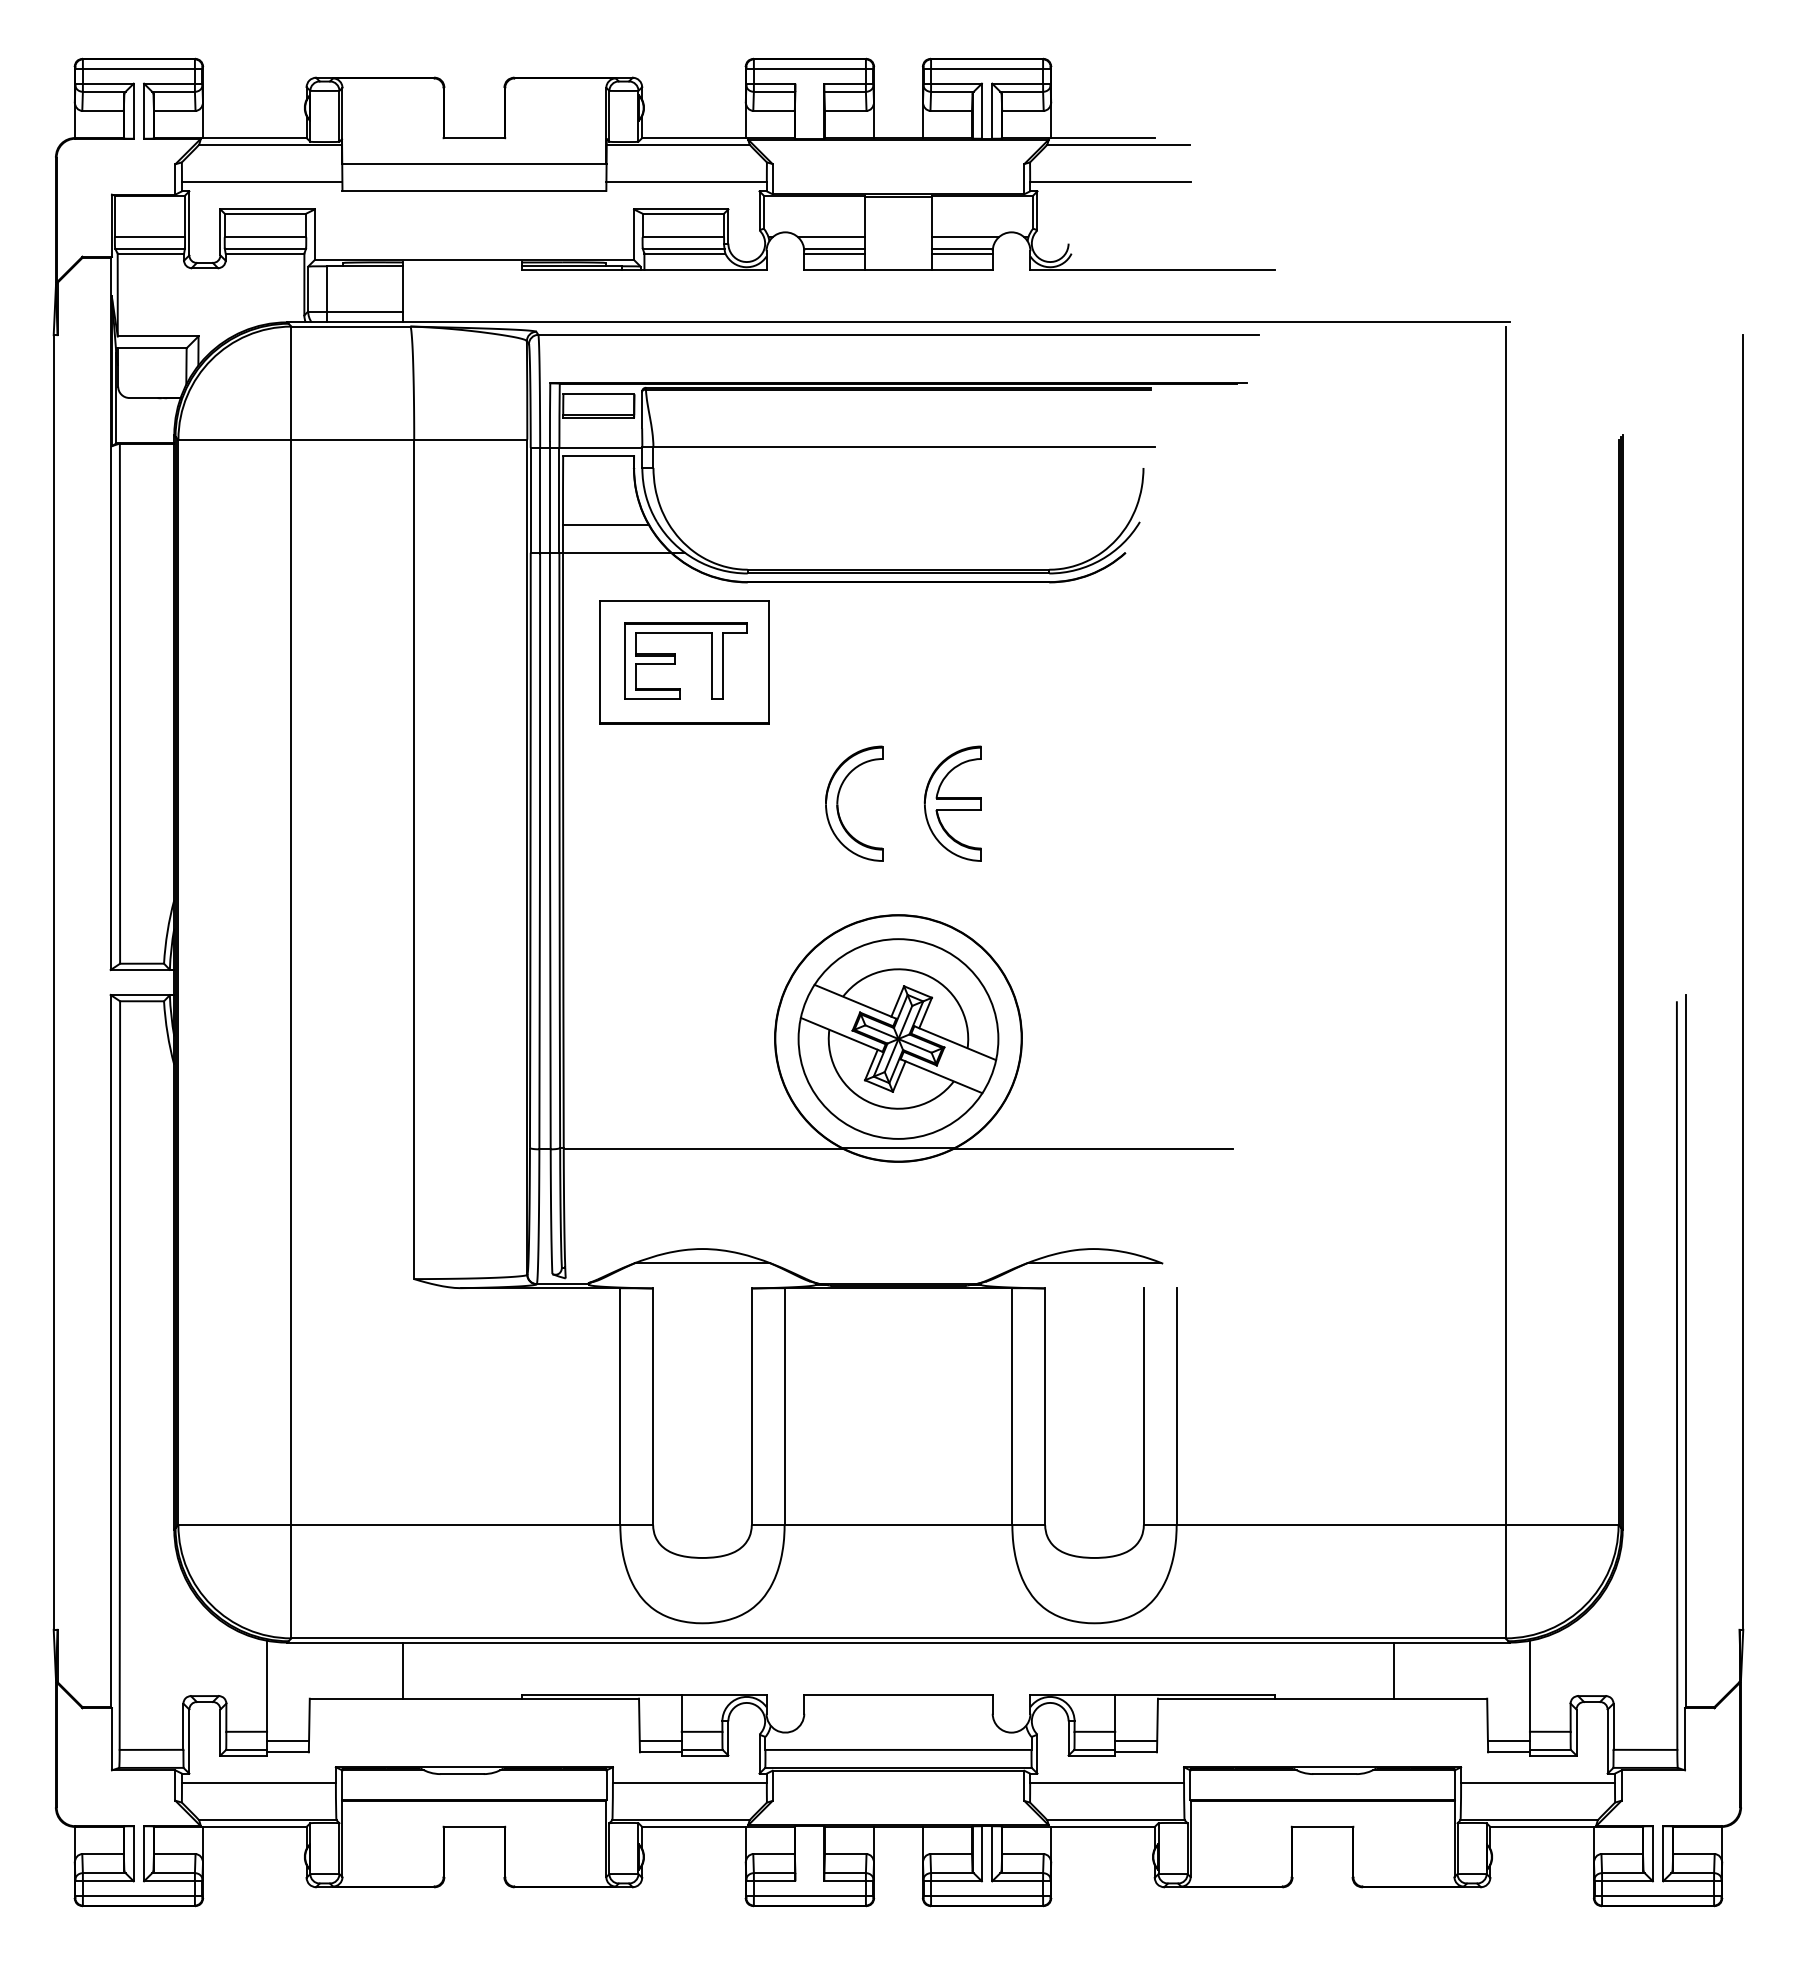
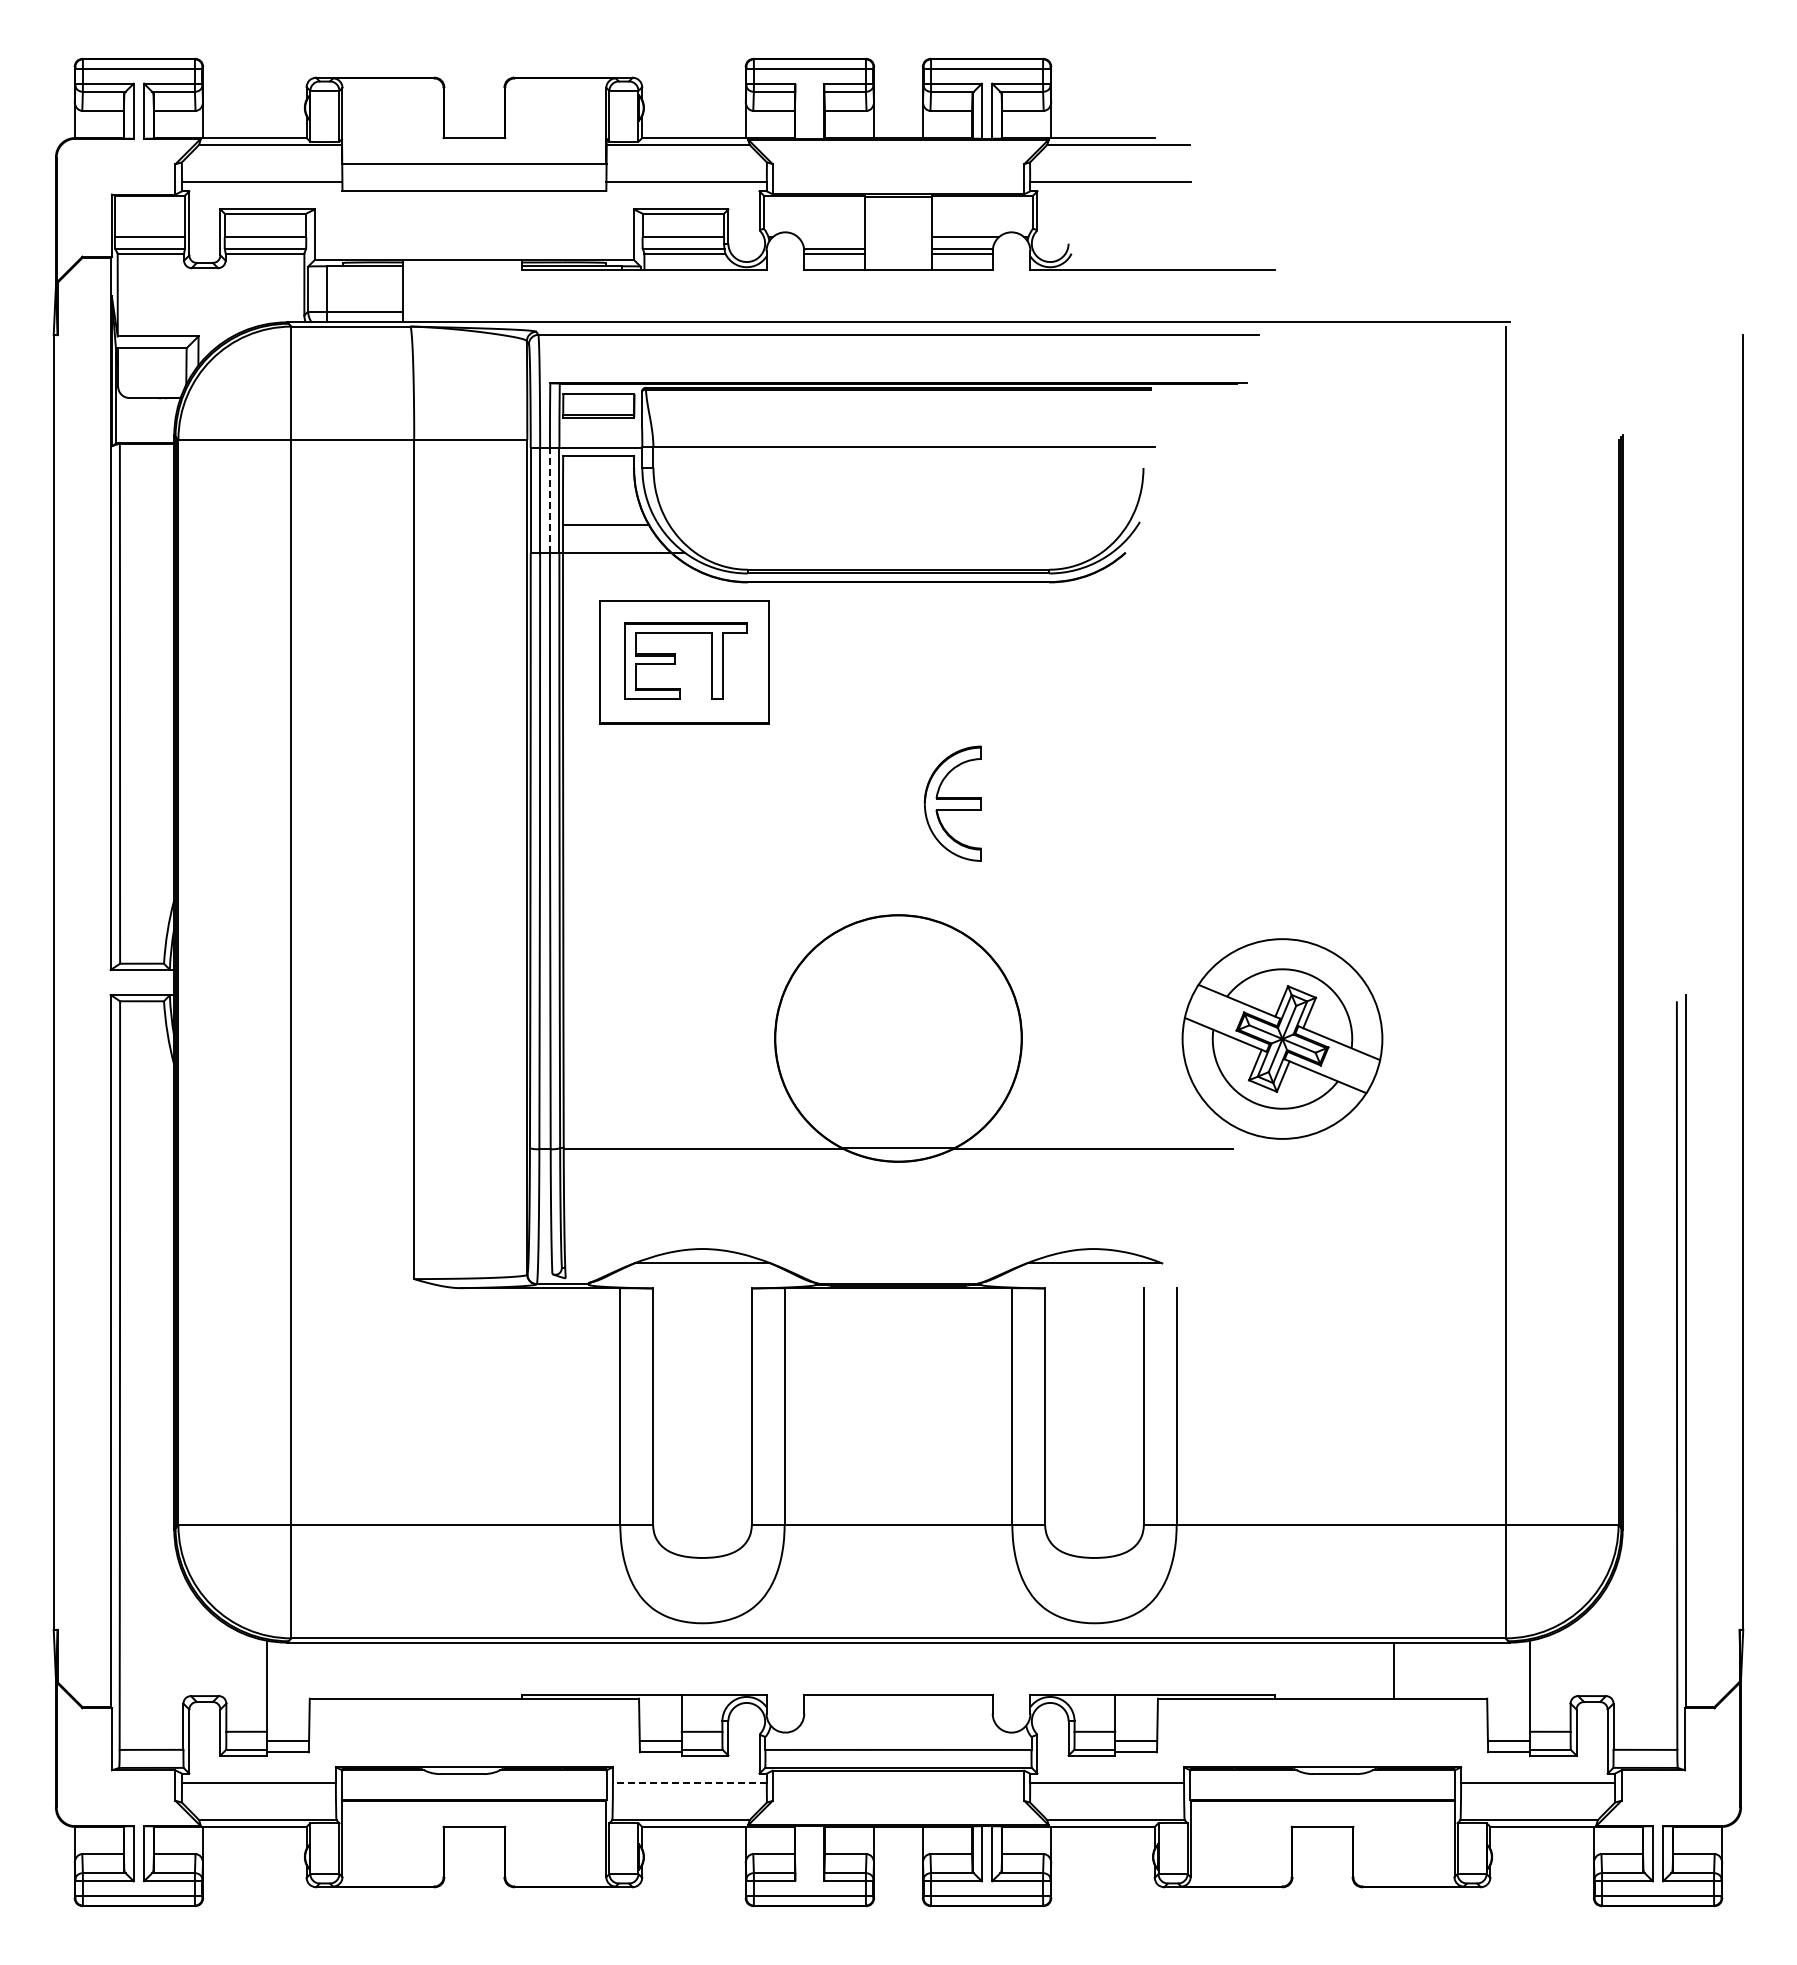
line at (831, 237): present -> none
line at (549, 499): solid -> dashed
part at (838, 803): present -> none
part at (898, 1038) position: (898, 1038) -> (1282, 1038)
line at (402, 1670): present -> none
line at (689, 1782): solid -> dashed
